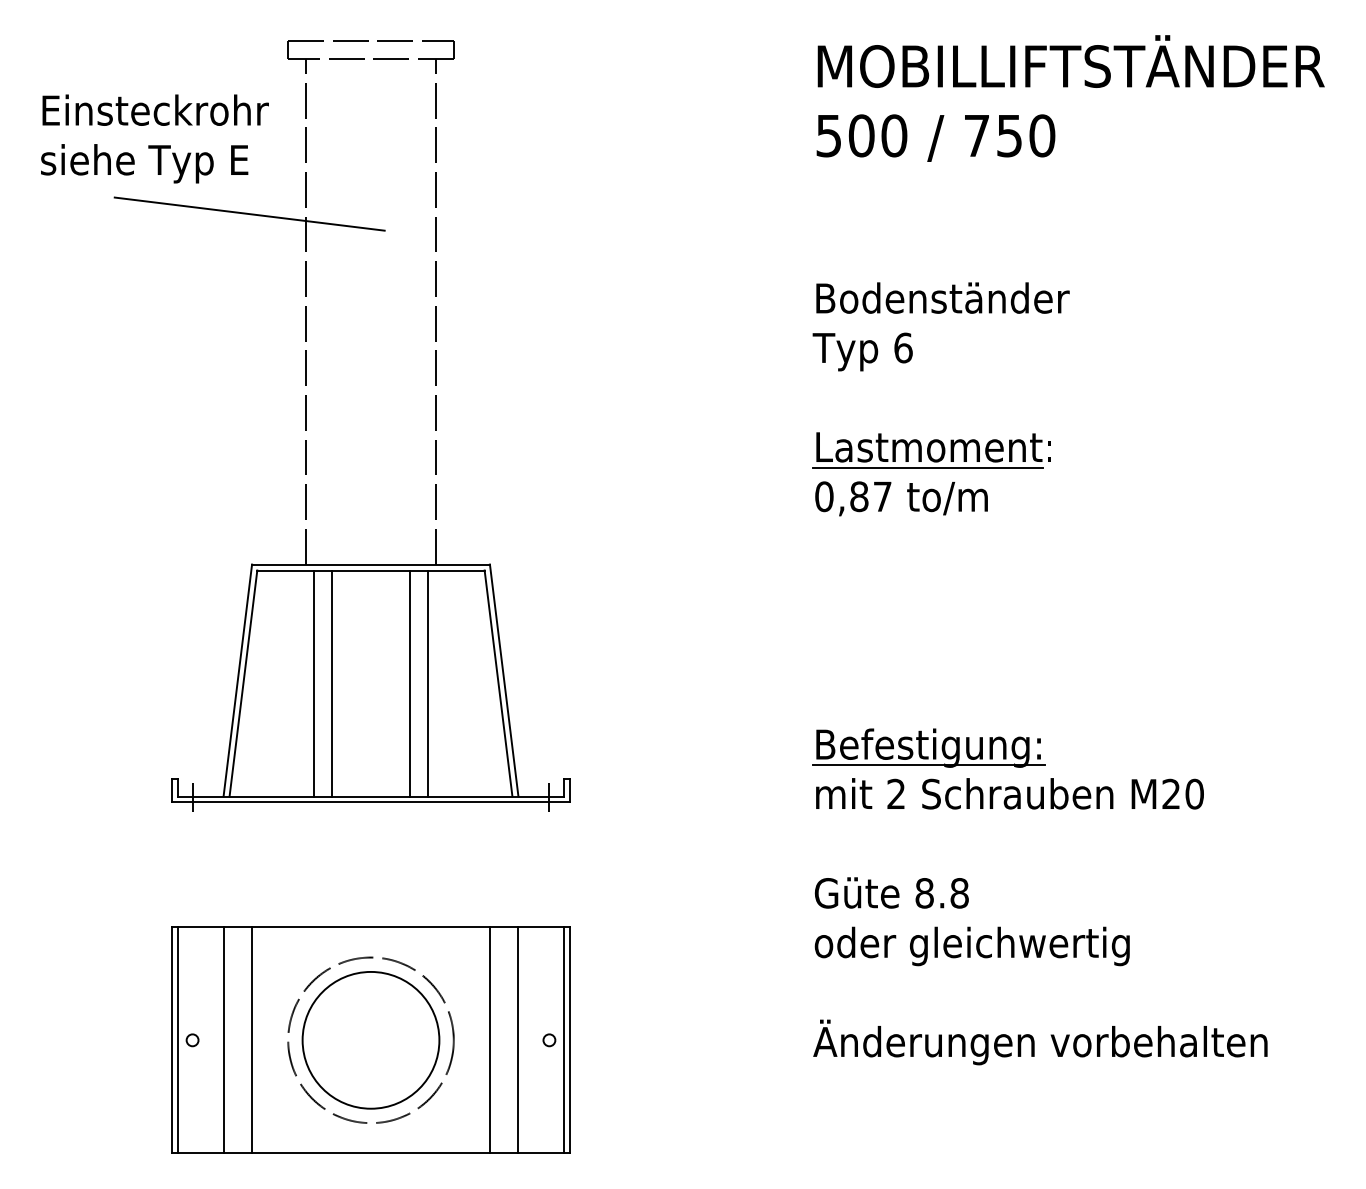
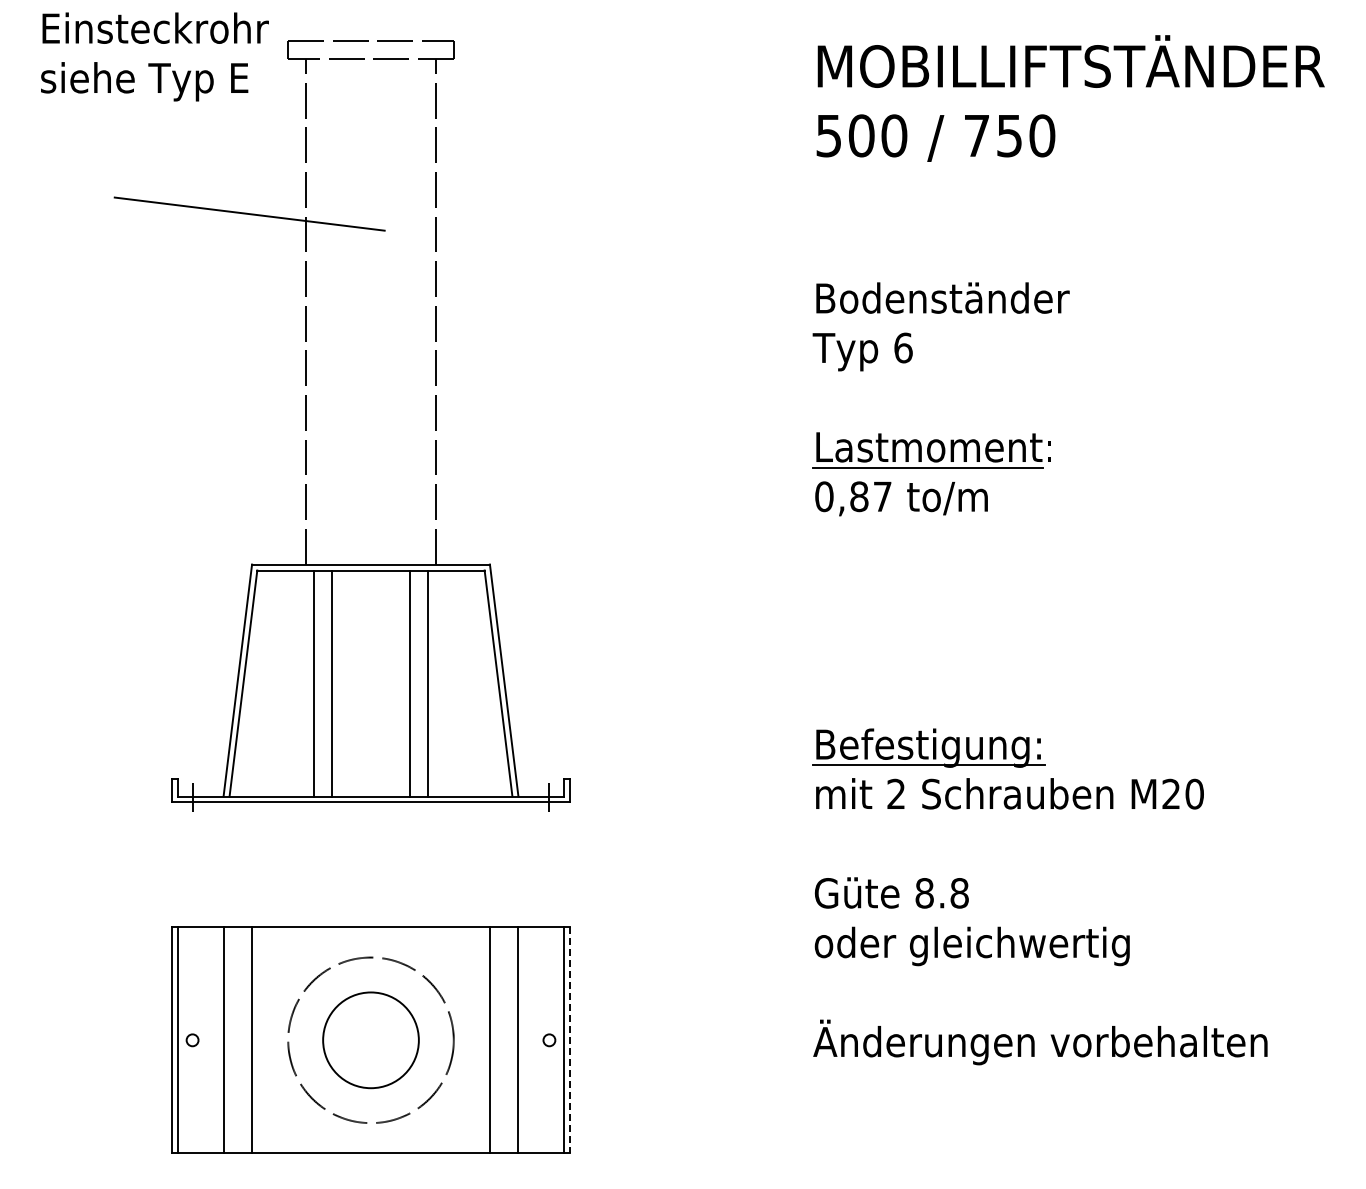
text at (154, 138) position: (154, 138) -> (154, 56)
circle at (370, 1039) diameter: 137 px -> 96 px
line at (570, 1040): solid -> dashed
